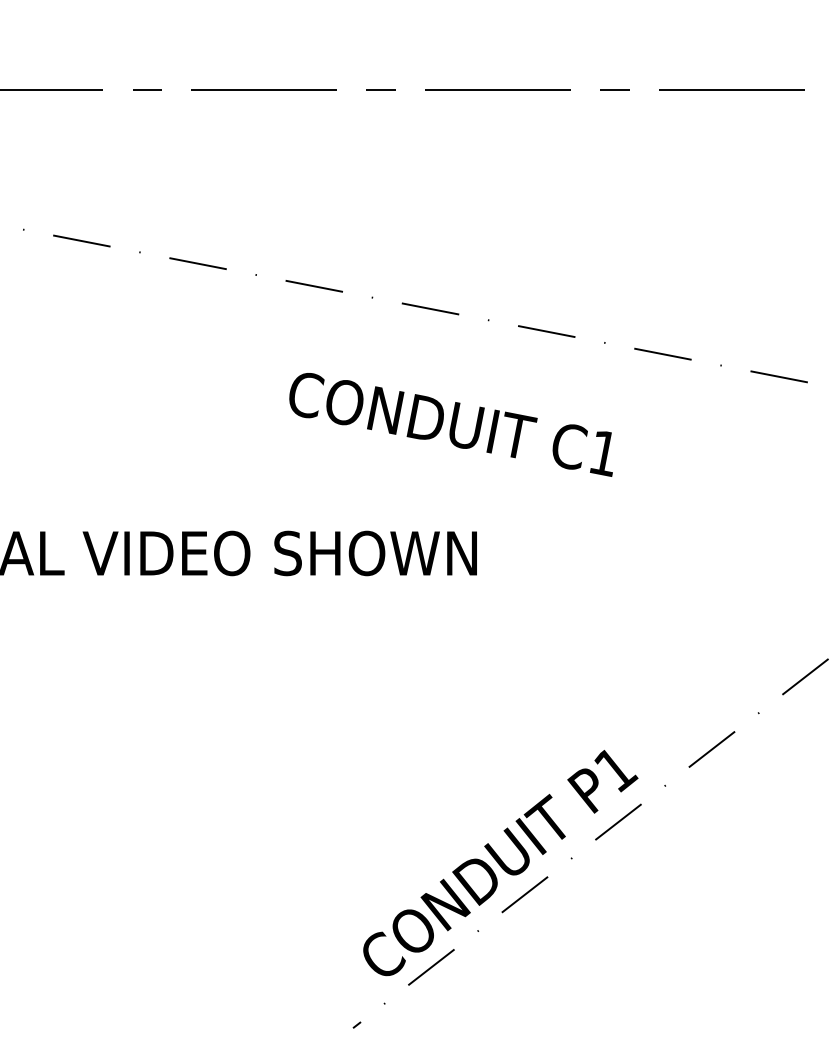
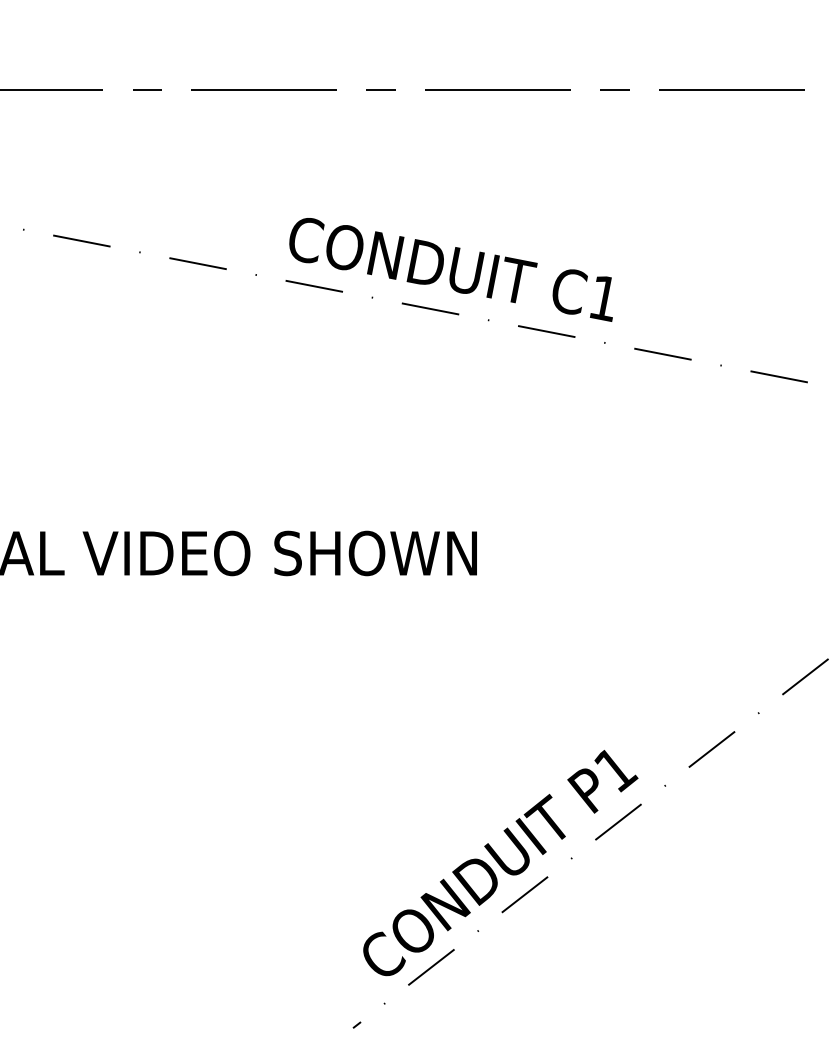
text at (450, 424) position: (450, 424) -> (450, 269)
